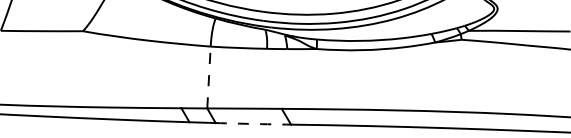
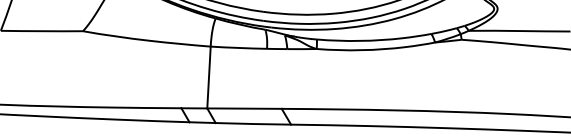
line at (209, 77): dashed -> solid
arc at (253, 123): dashed -> solid
